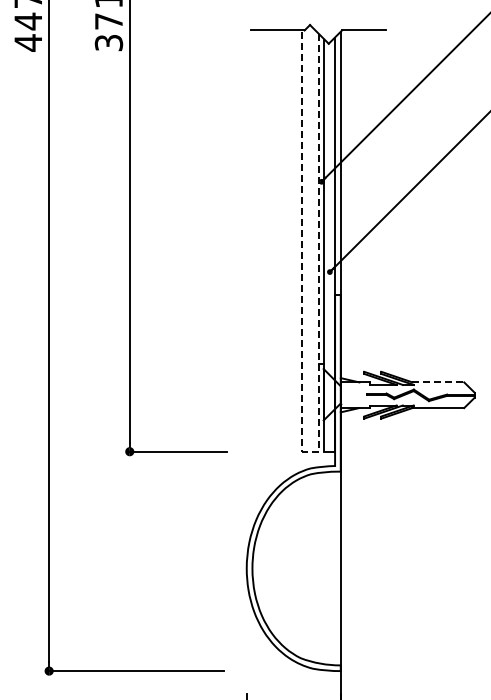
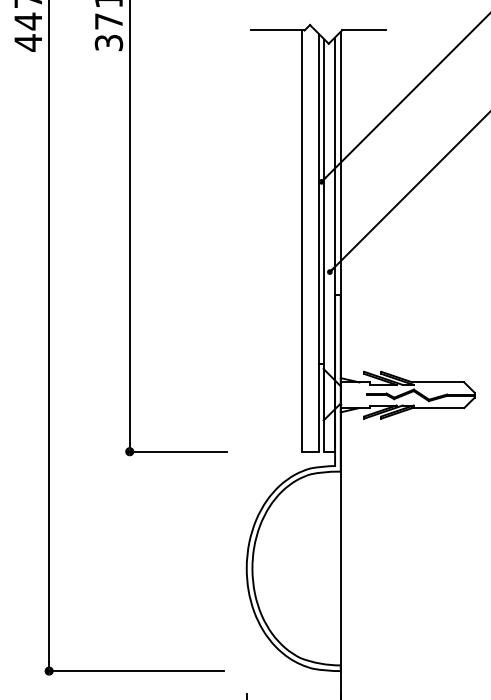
line at (438, 382): dashed -> solid
line at (308, 451): dashed -> solid
